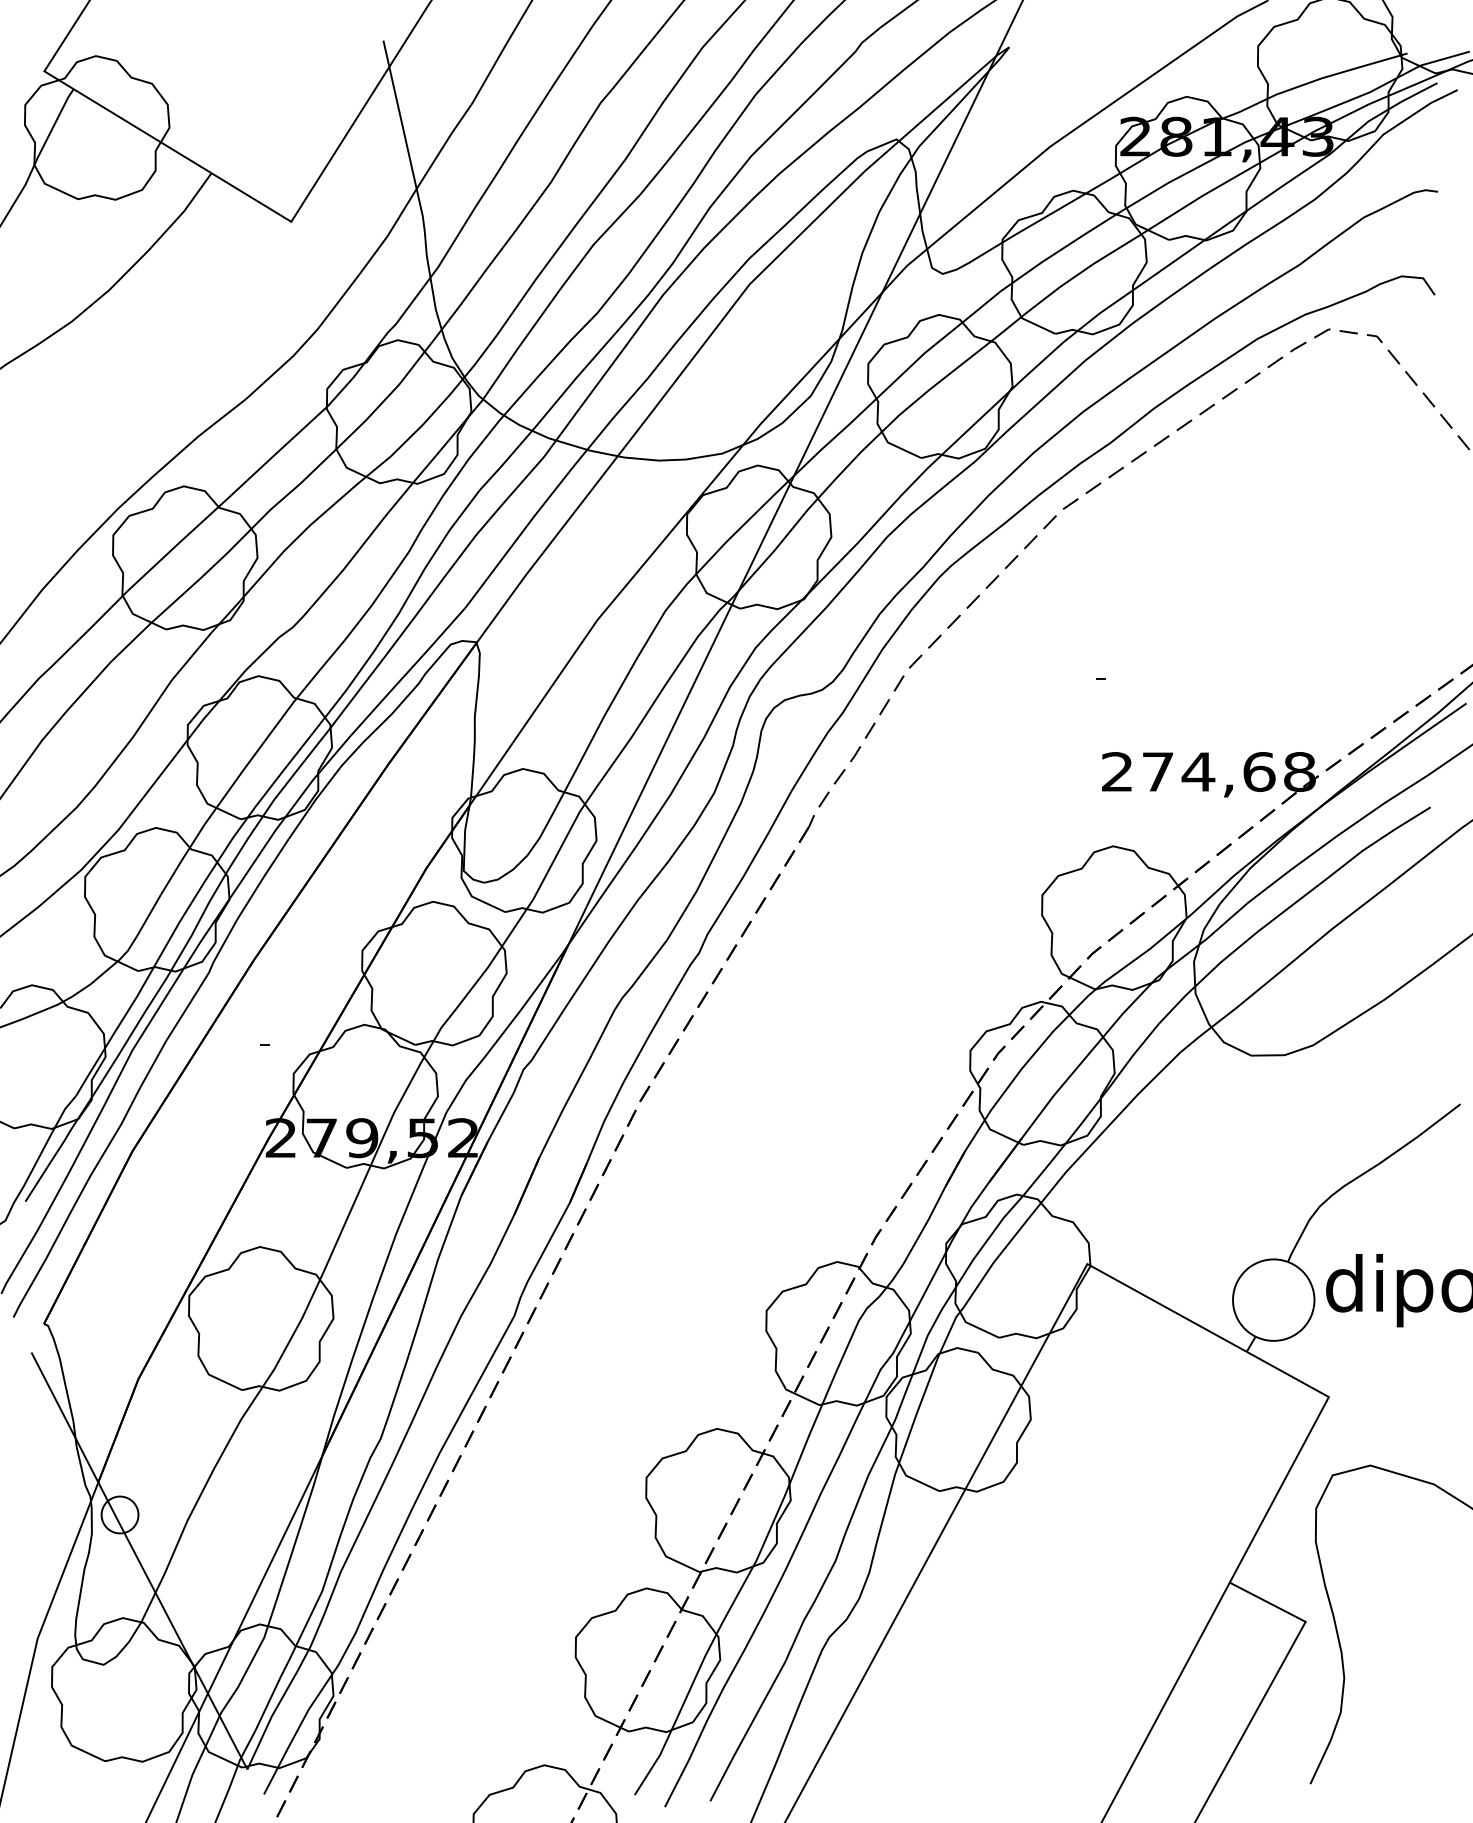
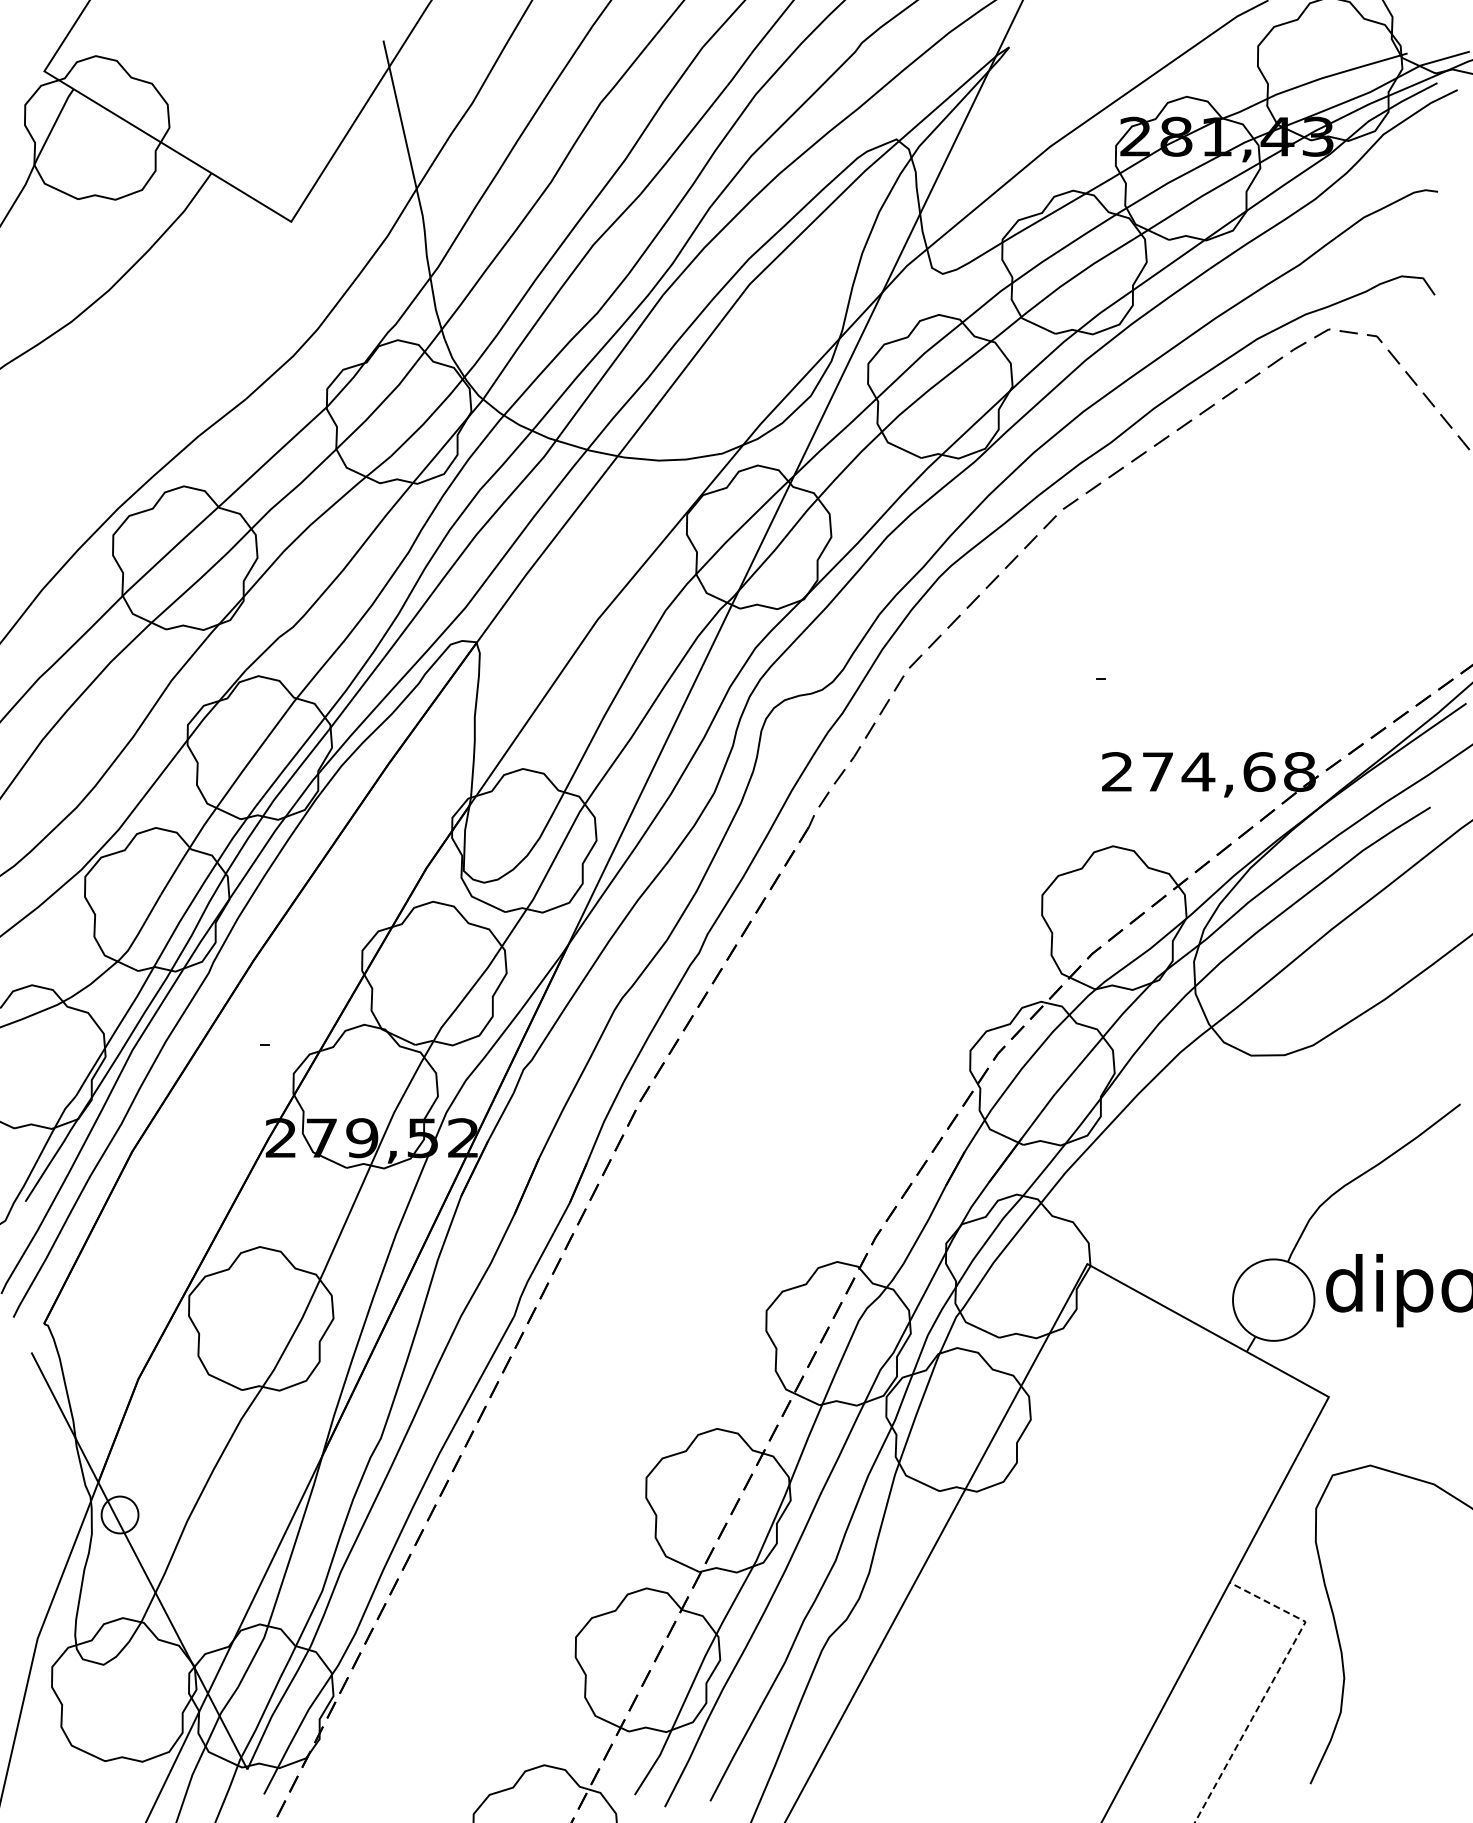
line at (1271, 1684): solid -> dashed
